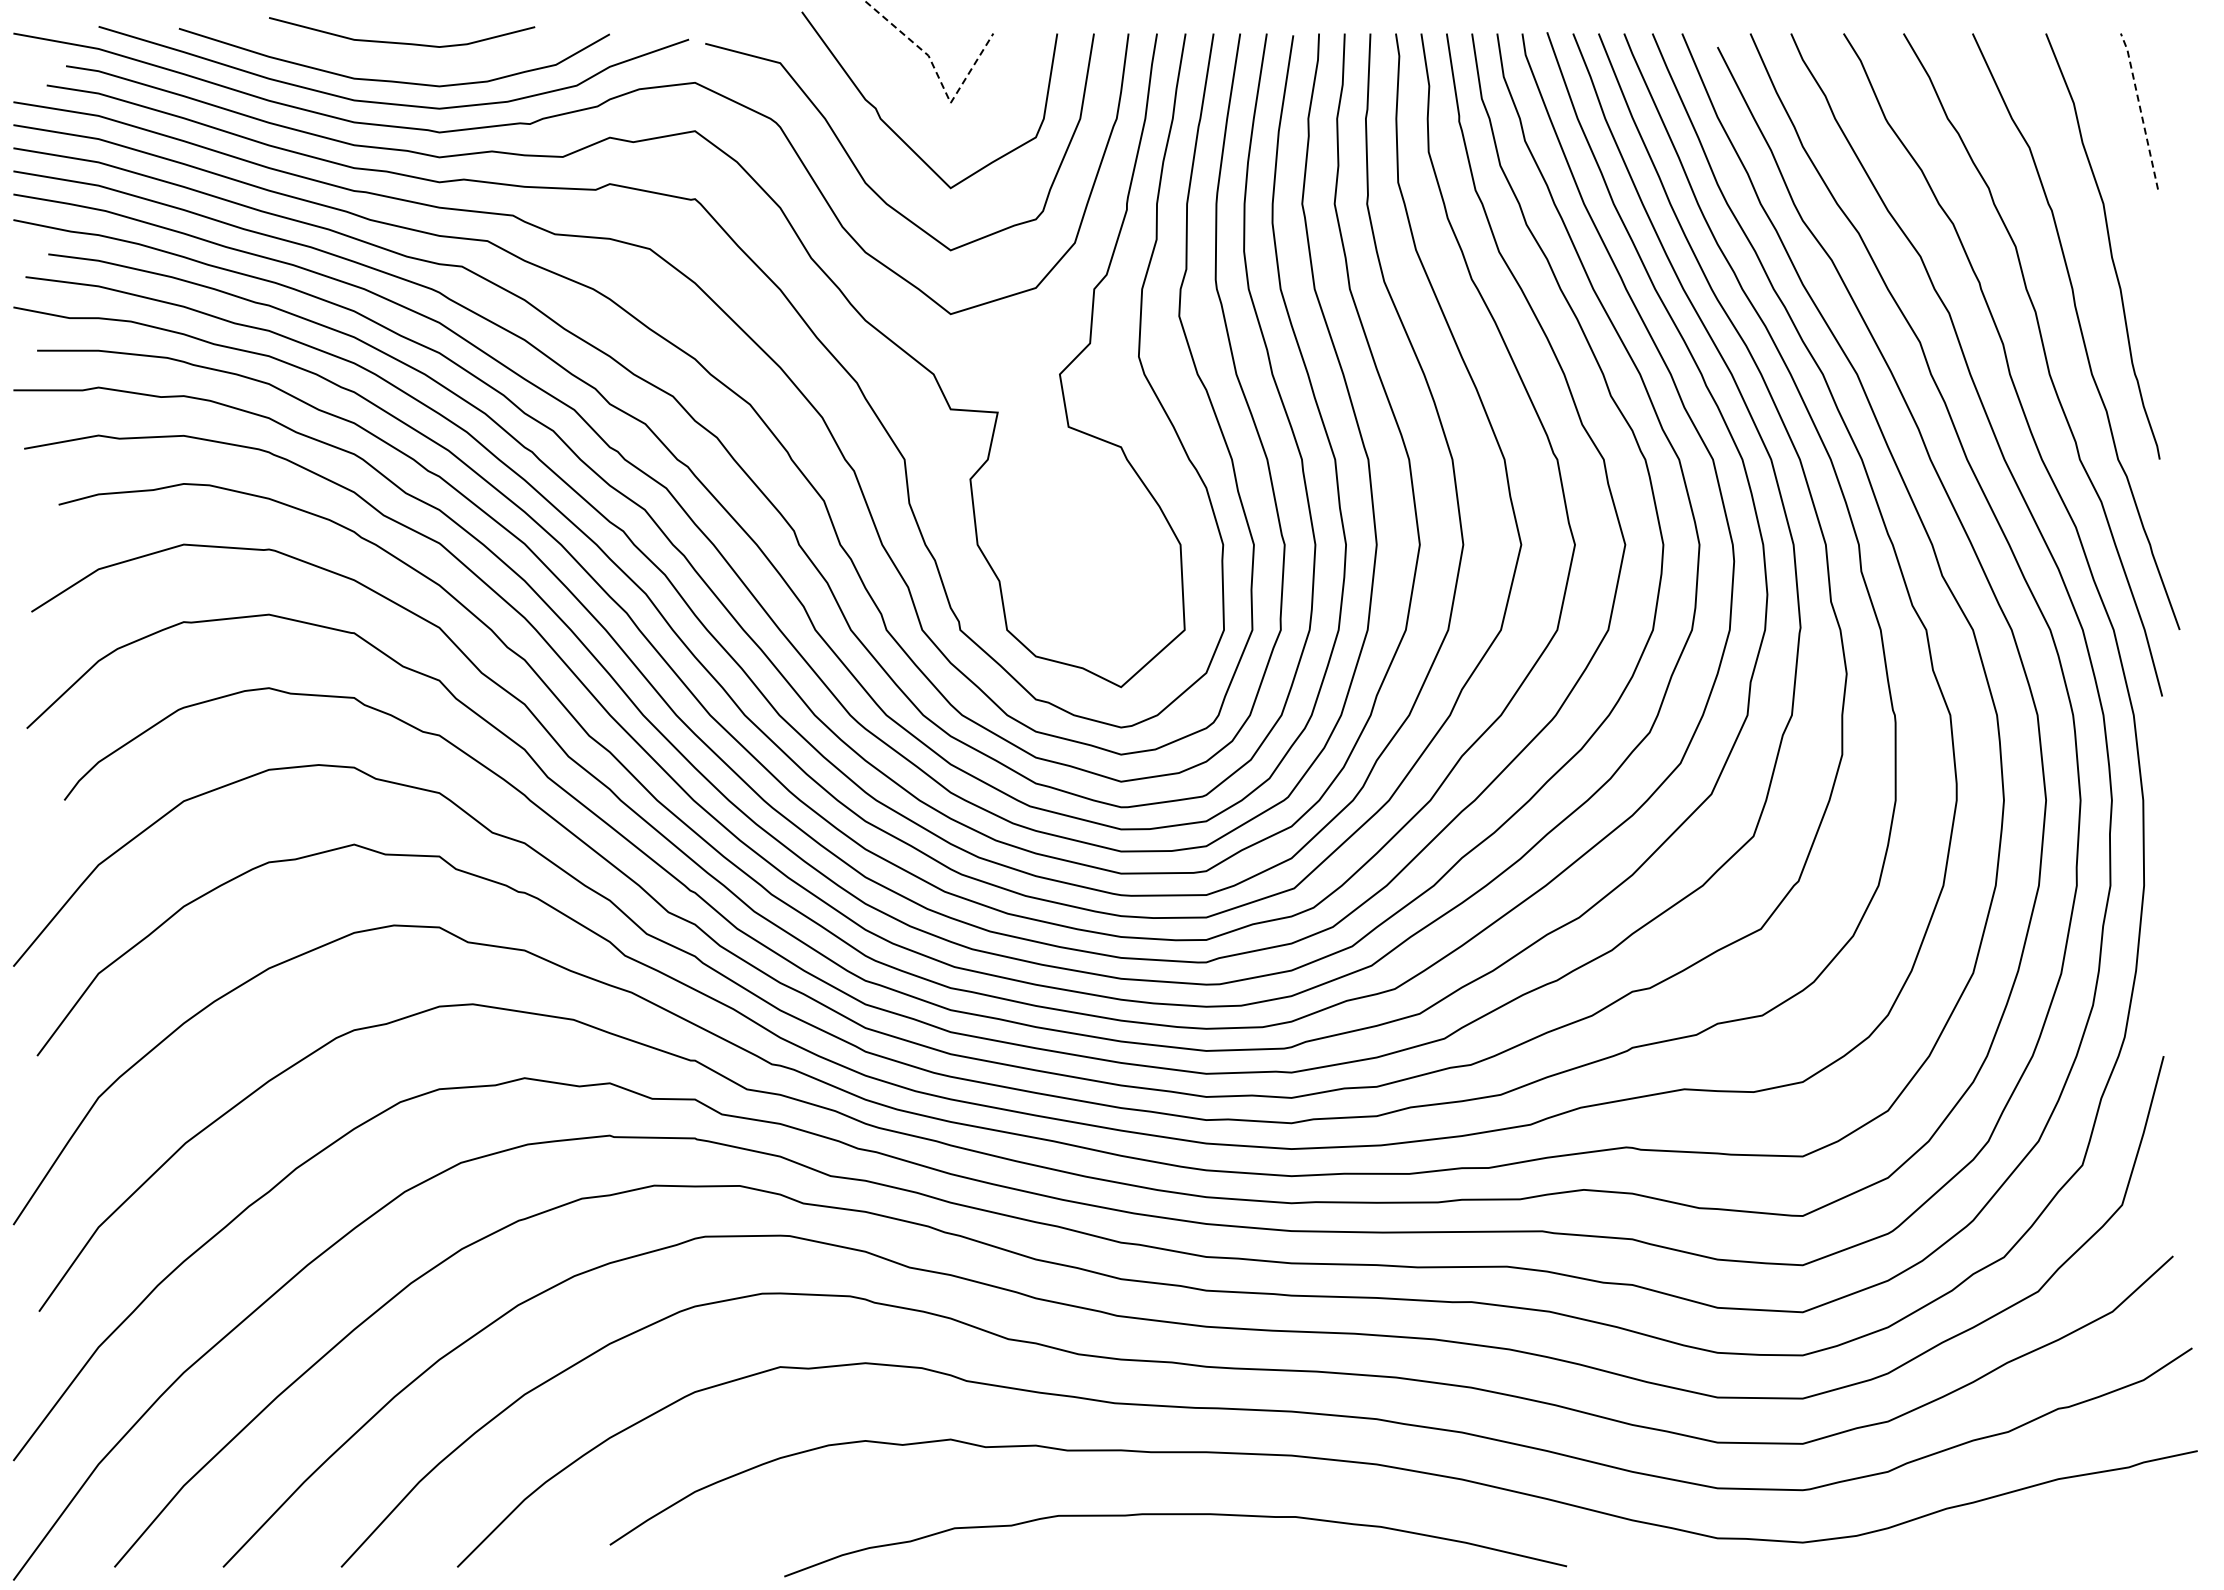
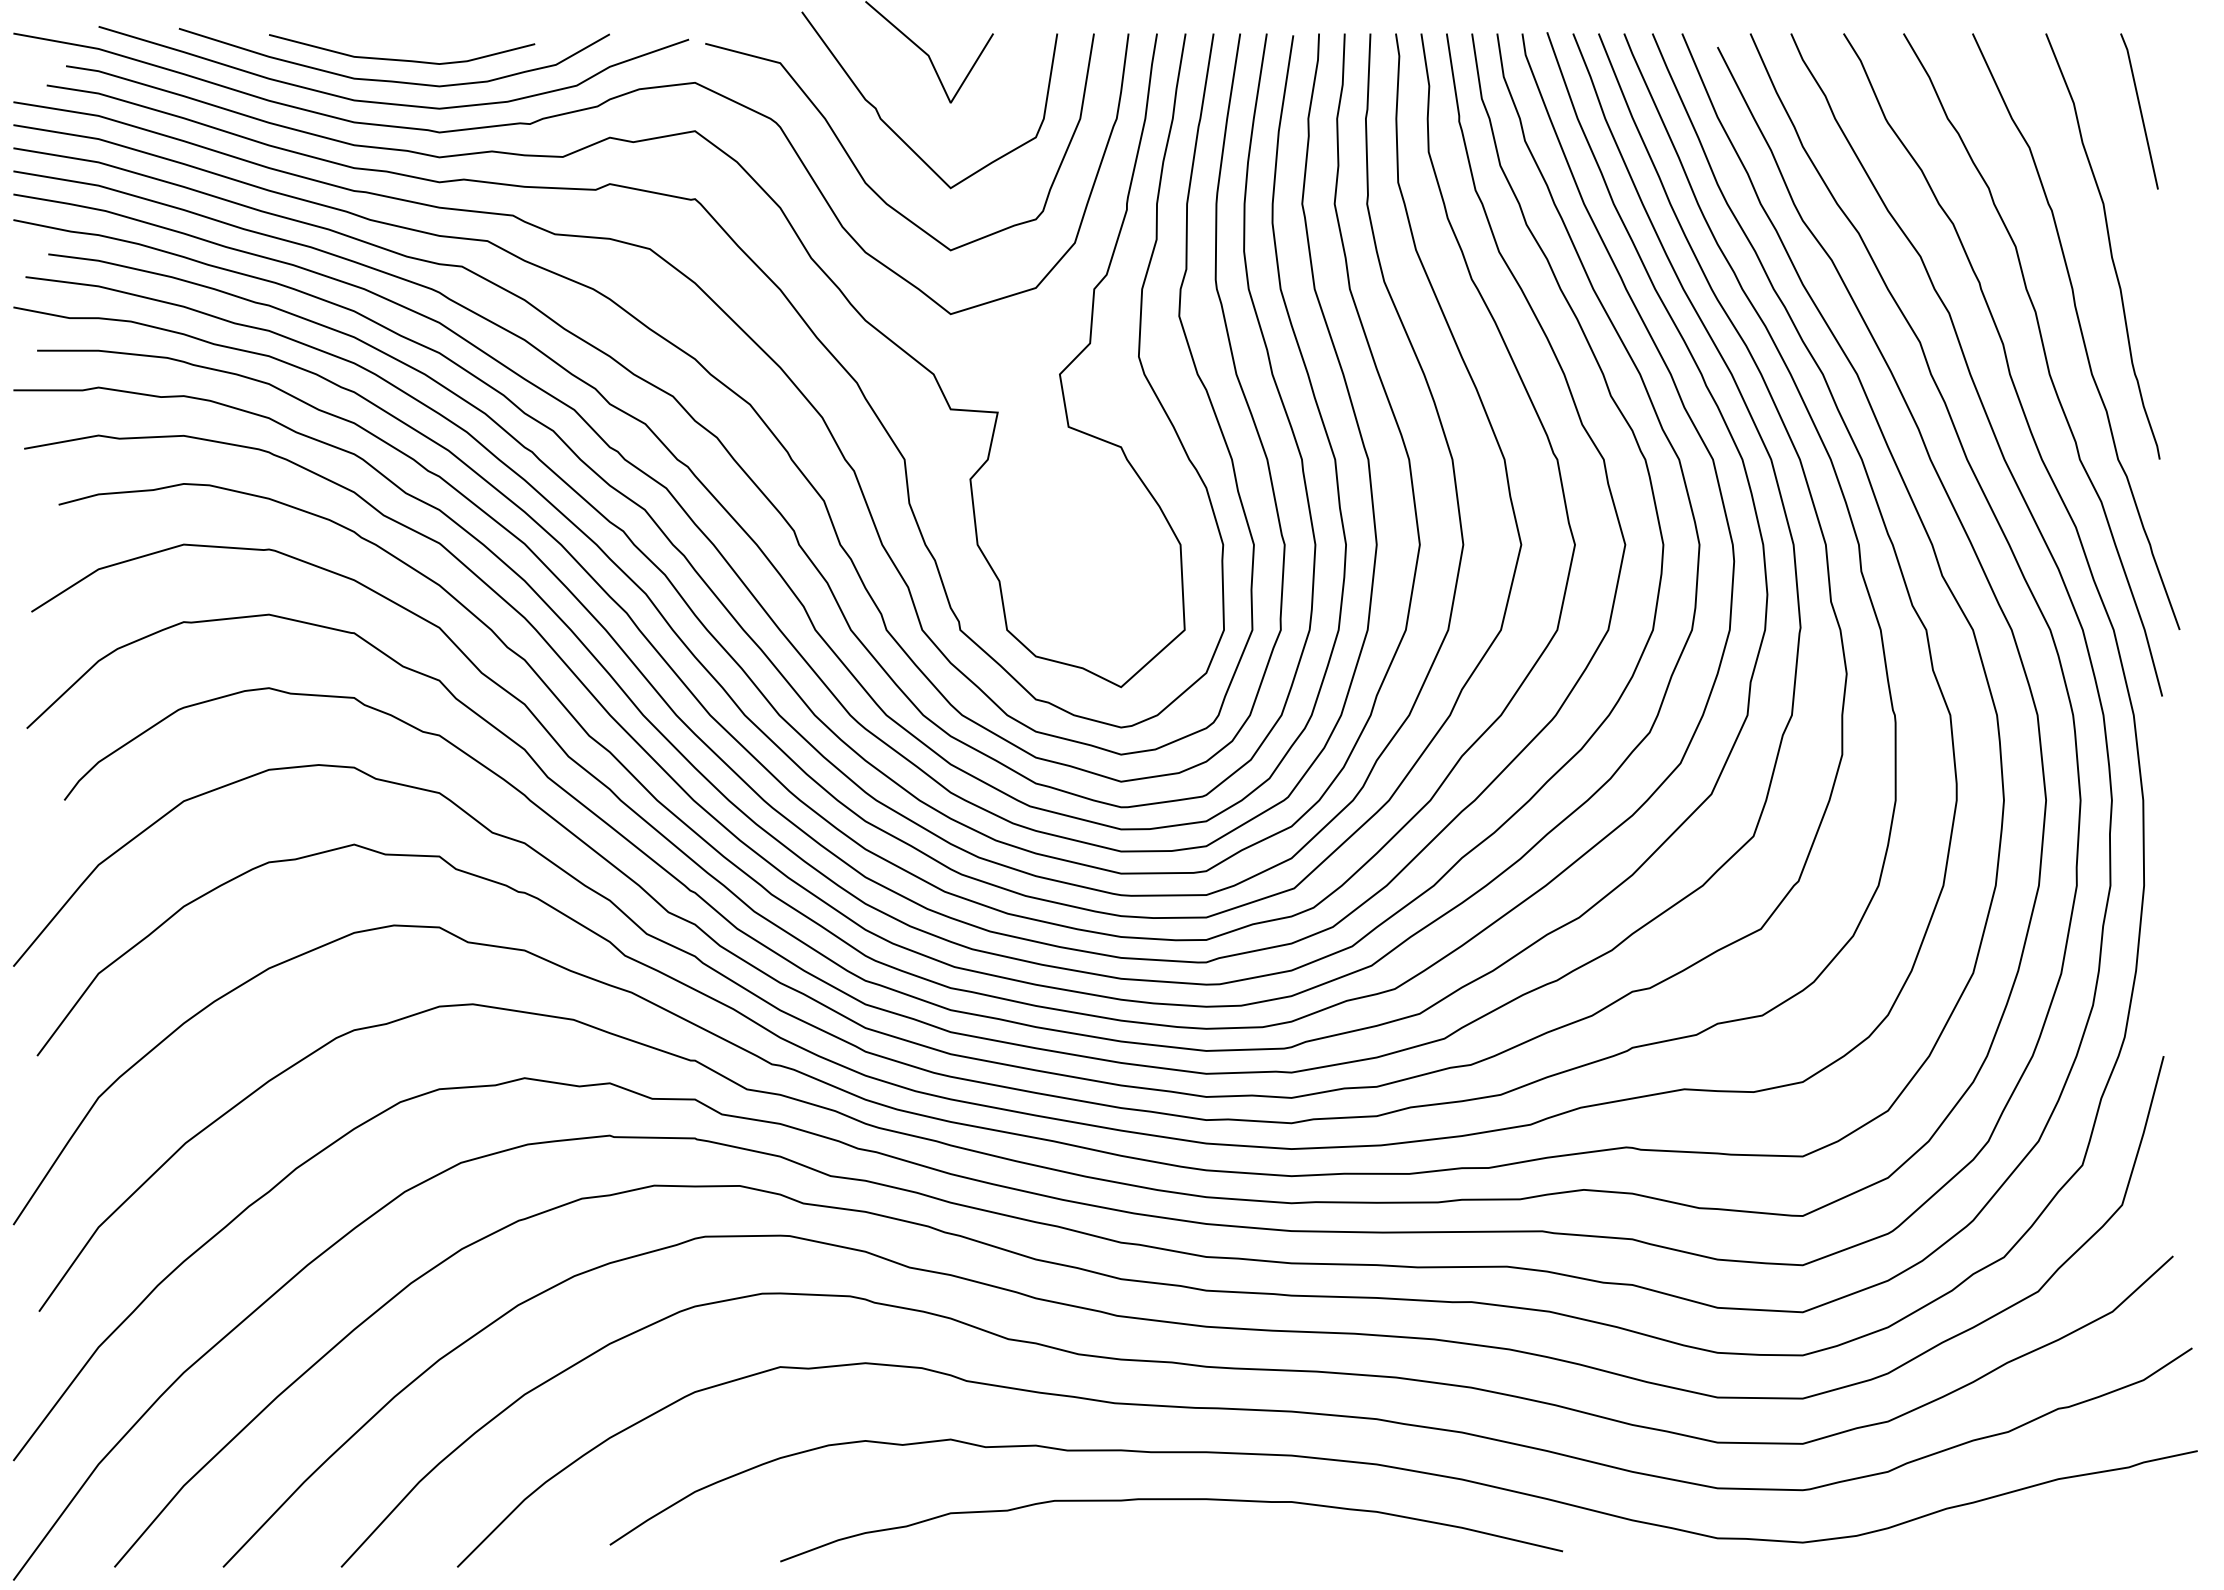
curve at (402, 42) position: (402, 42) -> (402, 59)
line at (939, 78): dashed -> solid
line at (2140, 110): dashed -> solid
curve at (1175, 1515) position: (1175, 1515) -> (1171, 1500)
